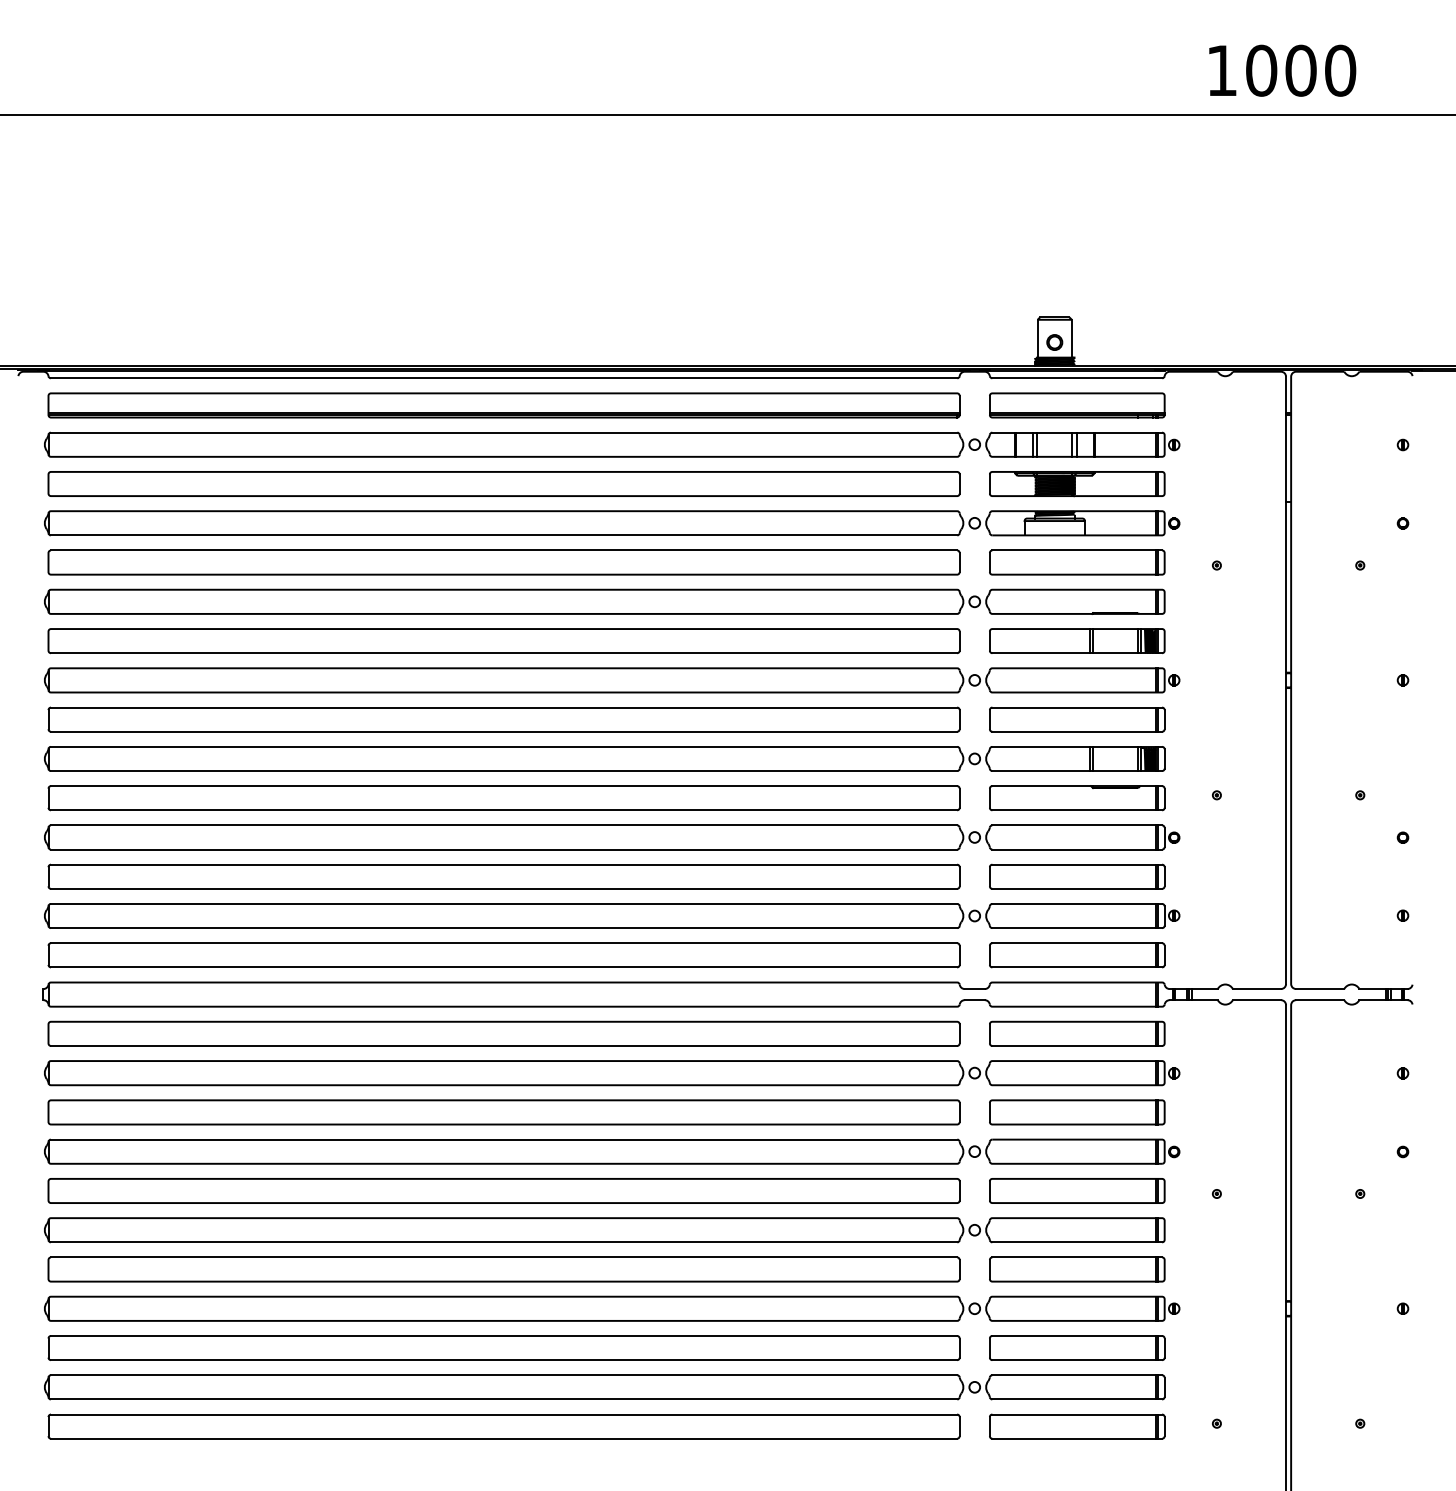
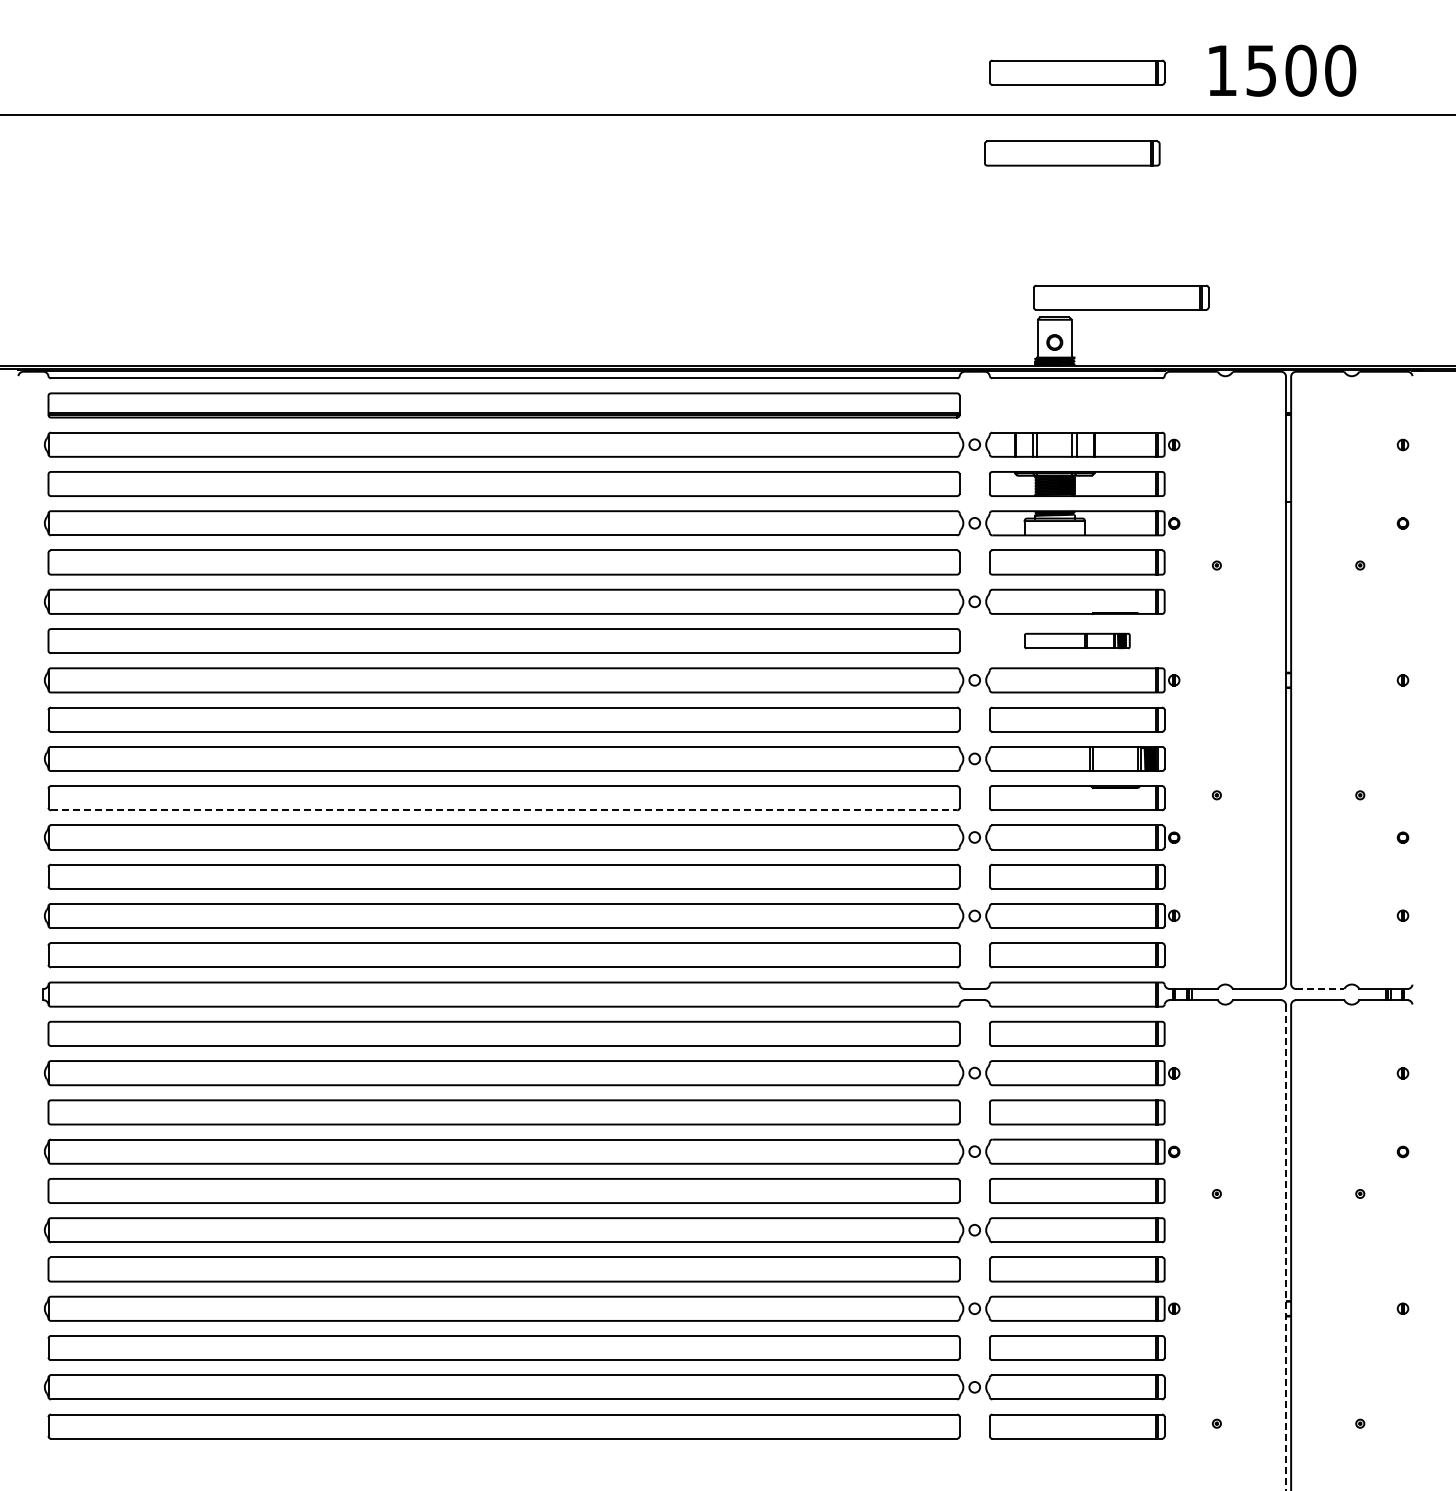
text at (1261, 70): 1000 -> 1500
part at (1077, 72): none -> present
part at (1072, 153): none -> present
part at (1121, 297): none -> present
part at (1077, 405): present -> none
part at (1077, 640) size: 177x26 px -> 107x18 px
line at (504, 810): solid -> dashed
line at (1320, 989): solid -> dashed
line at (1286, 1247): solid -> dashed
